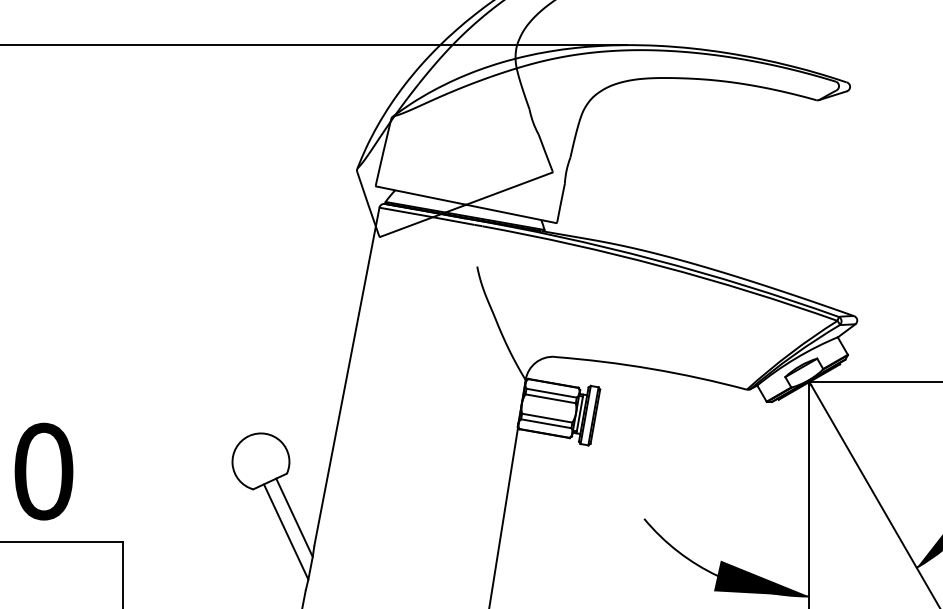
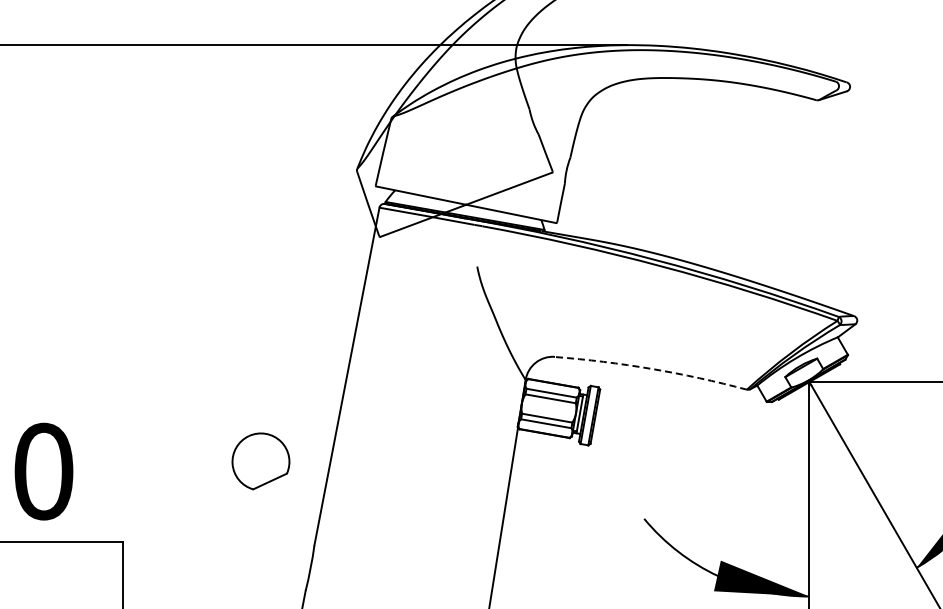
arc at (651, 368): solid -> dashed
line at (294, 517): present -> none
line at (285, 531): present -> none
